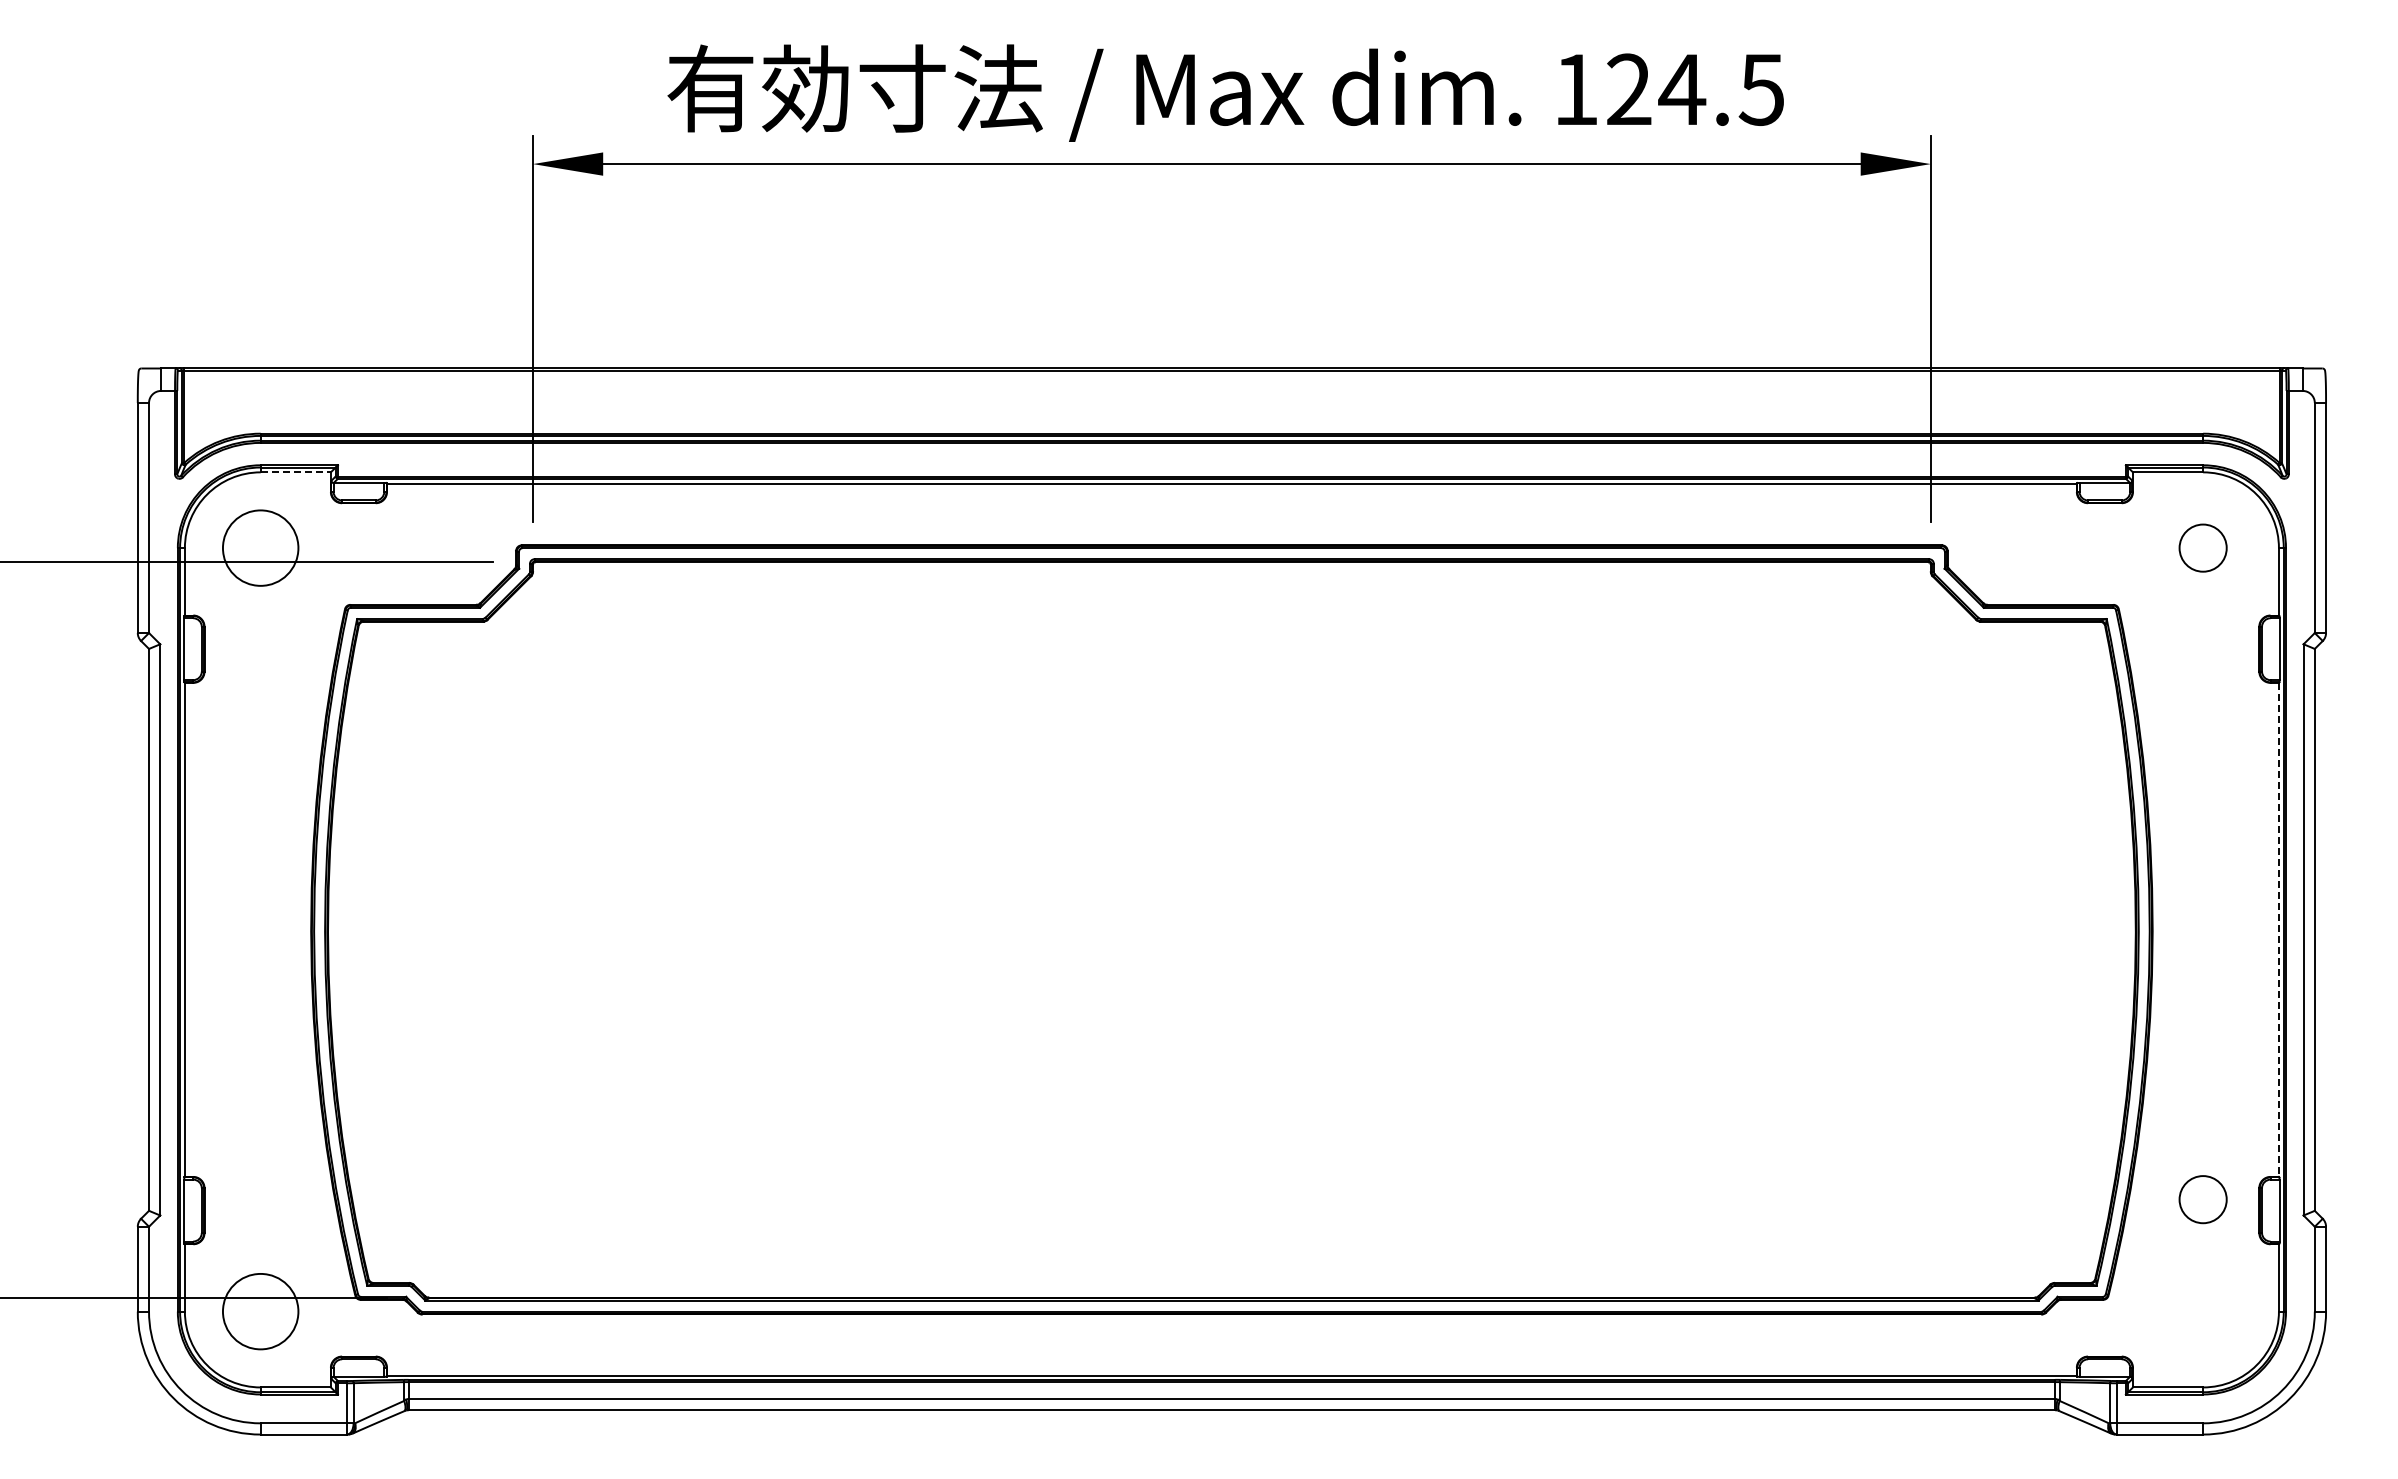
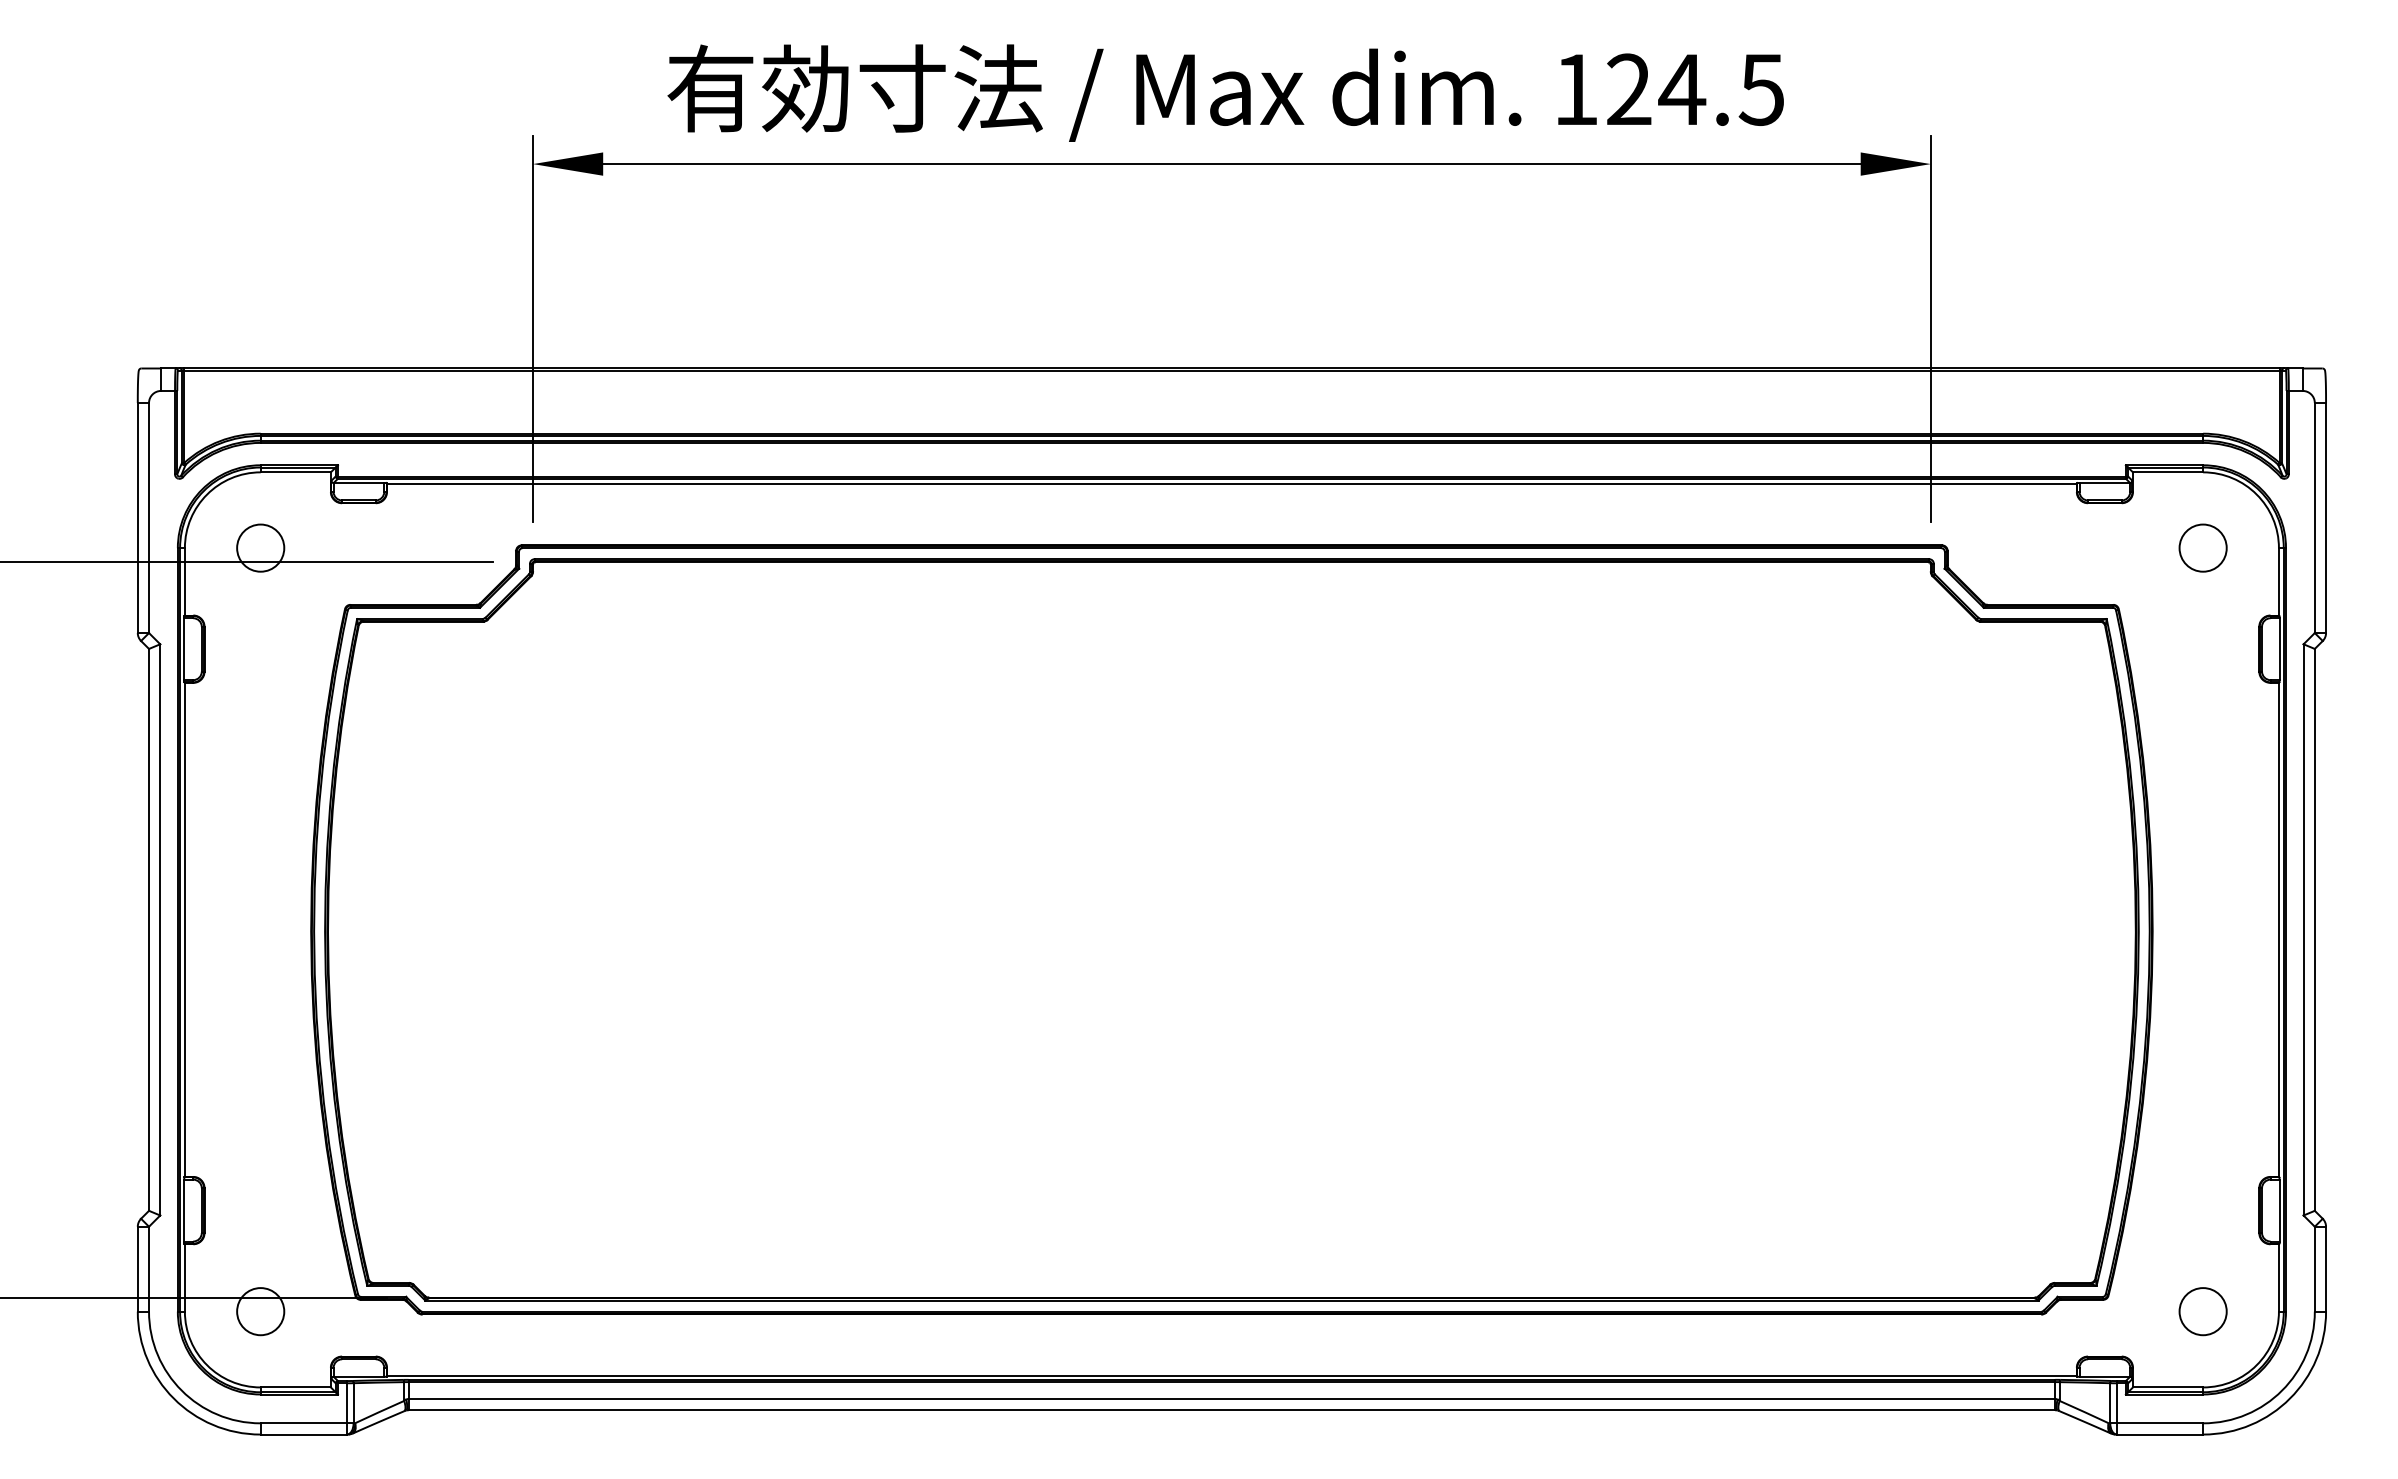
line at (296, 472): dashed -> solid
circle at (260, 547) diameter: 75 px -> 47 px
line at (2278, 930): dashed -> solid
circle at (2202, 1199) position: (2202, 1199) -> (2202, 1311)
circle at (260, 1311) diameter: 75 px -> 47 px
